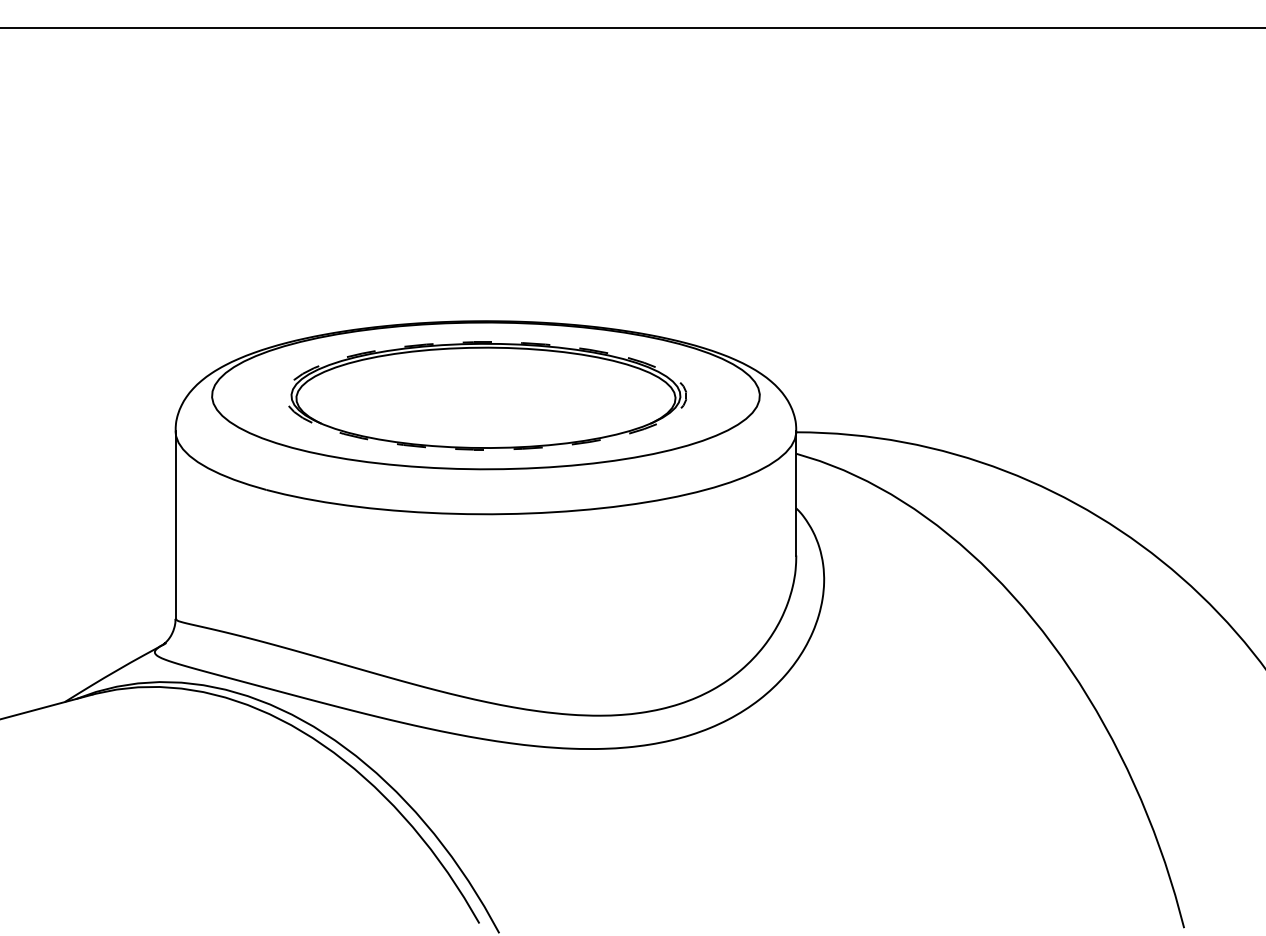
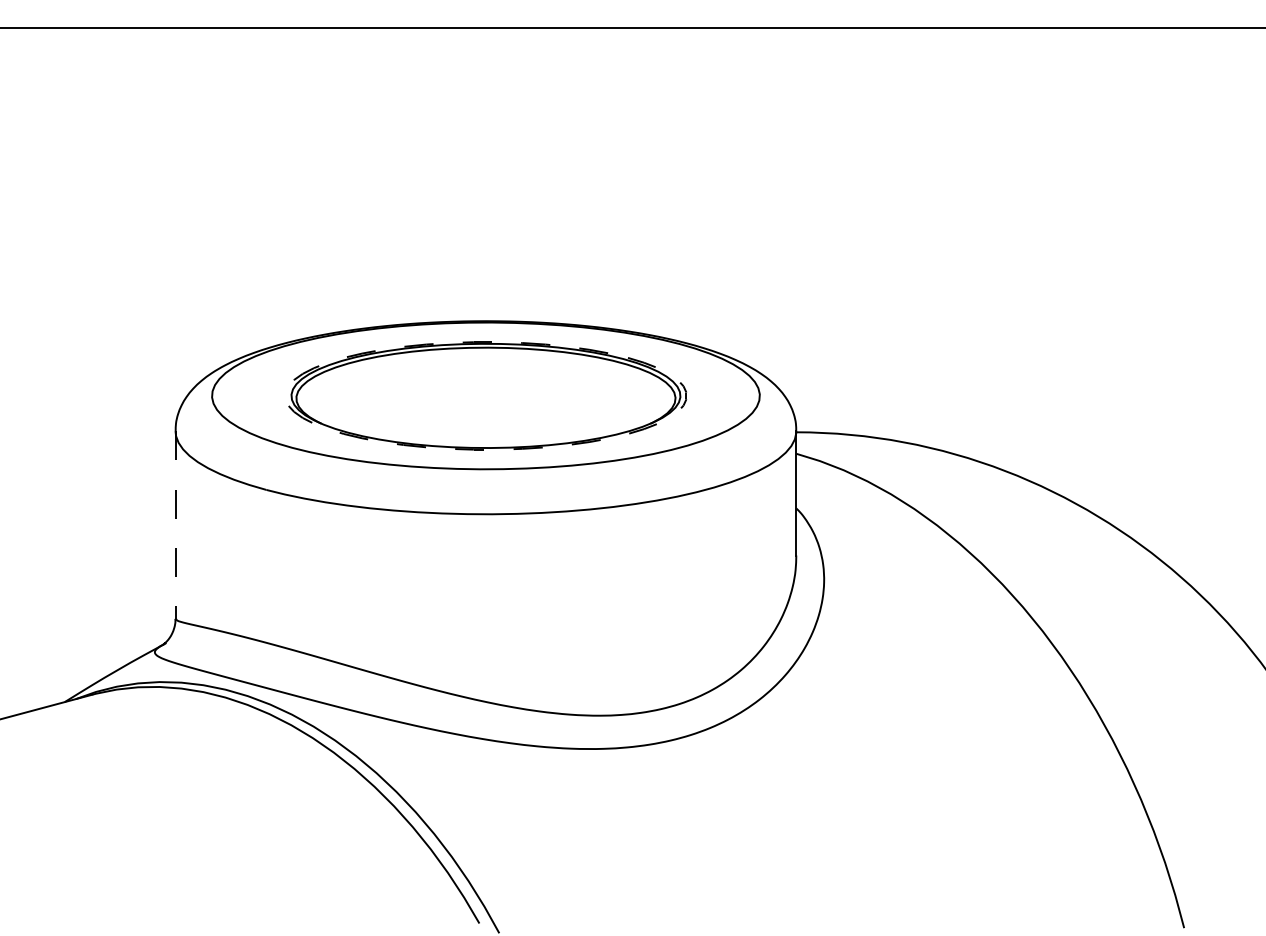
line at (175, 524): solid -> dashed
